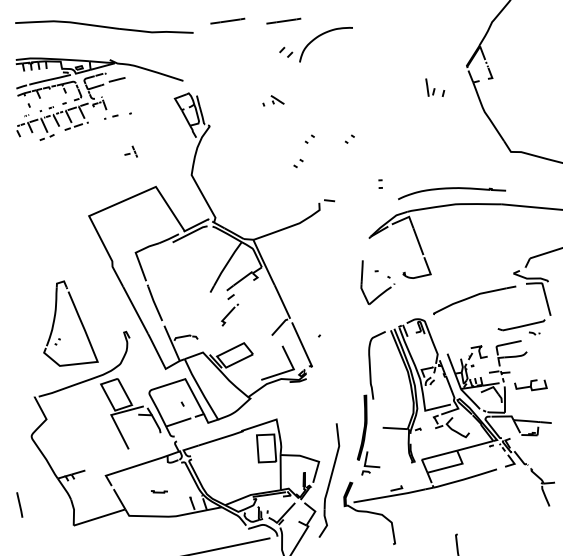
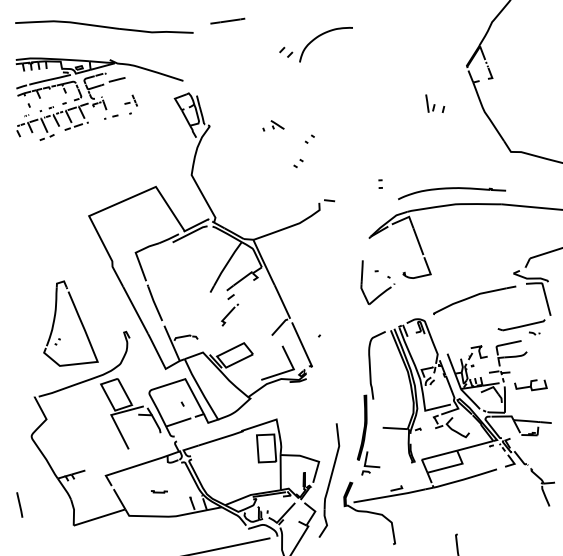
line at (283, 20): present -> none
part at (435, 87) position: (435, 87) -> (435, 103)
part at (273, 100) position: (273, 100) -> (273, 125)
part at (349, 138): present -> none
part at (130, 151) position: (130, 151) -> (130, 100)
